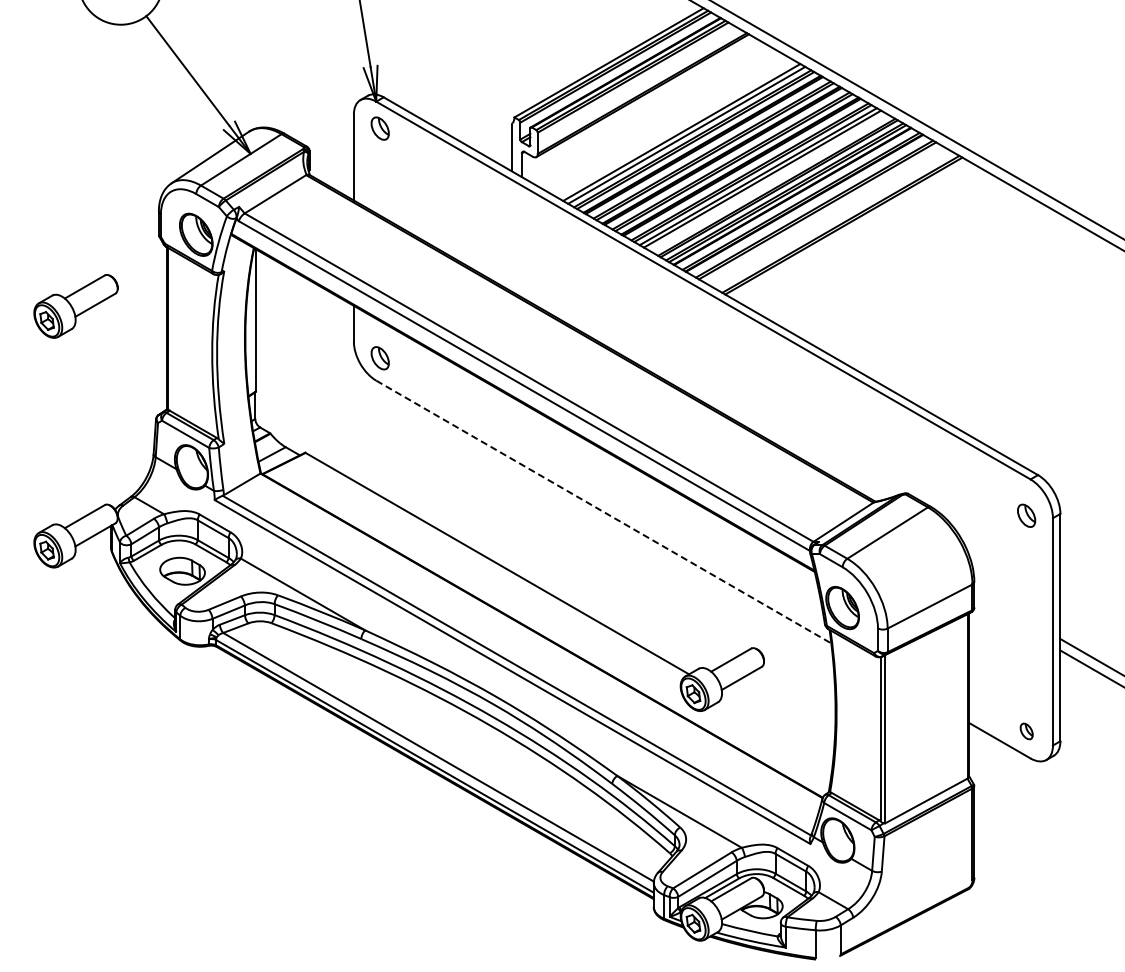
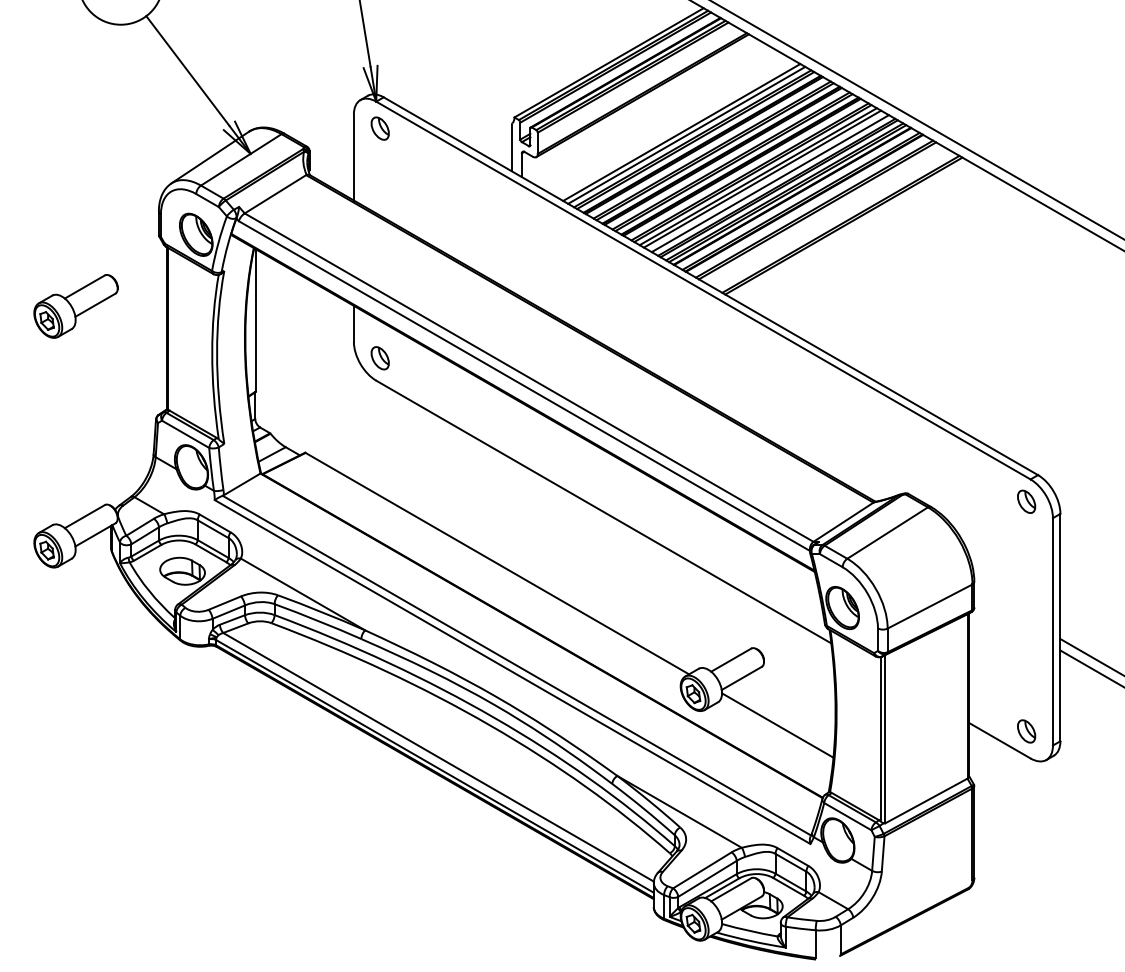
line at (769, 183): none -> present
line at (603, 512): dashed -> solid
part at (1026, 515) position: (1026, 515) -> (1026, 501)
line at (777, 725): none -> present
part at (1026, 731) size: 15x19 px -> 20x25 px
